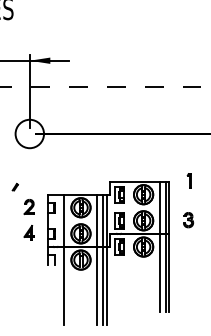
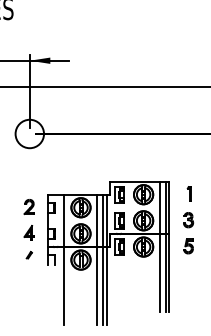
line at (105, 86): dashed -> solid
part at (188, 180) position: (188, 180) -> (188, 193)
part at (14, 186) position: (14, 186) -> (28, 254)
part at (188, 246): none -> present
